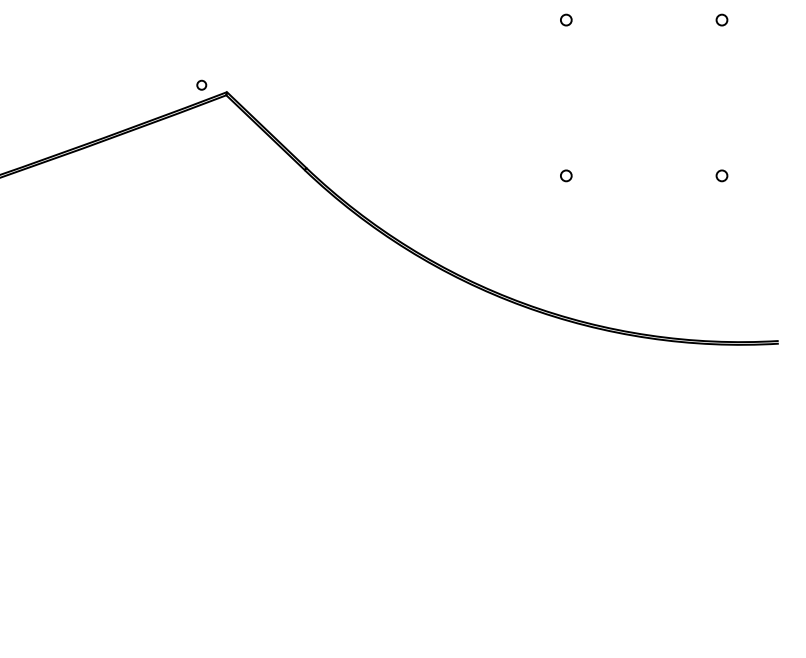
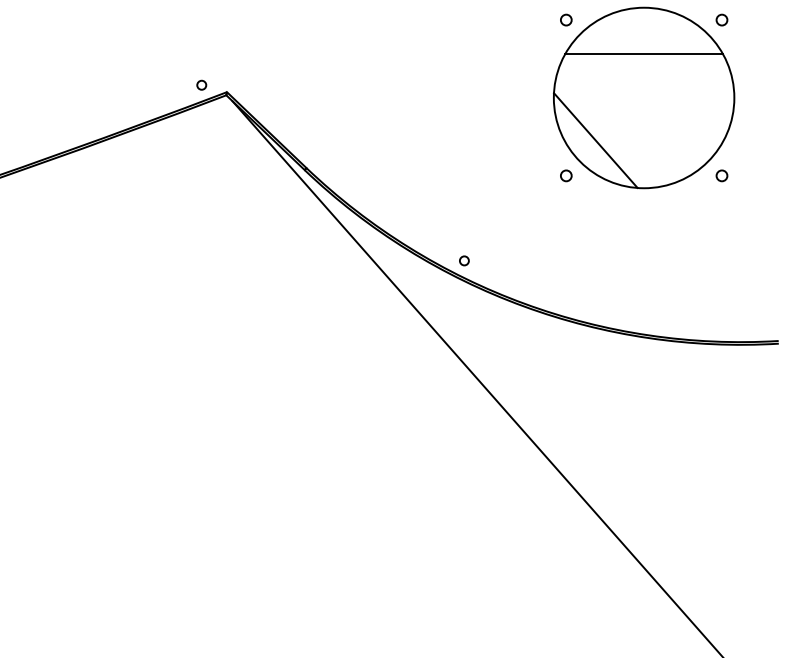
part at (644, 97): none -> present
circle at (464, 260): none -> present
line at (476, 377): none -> present
